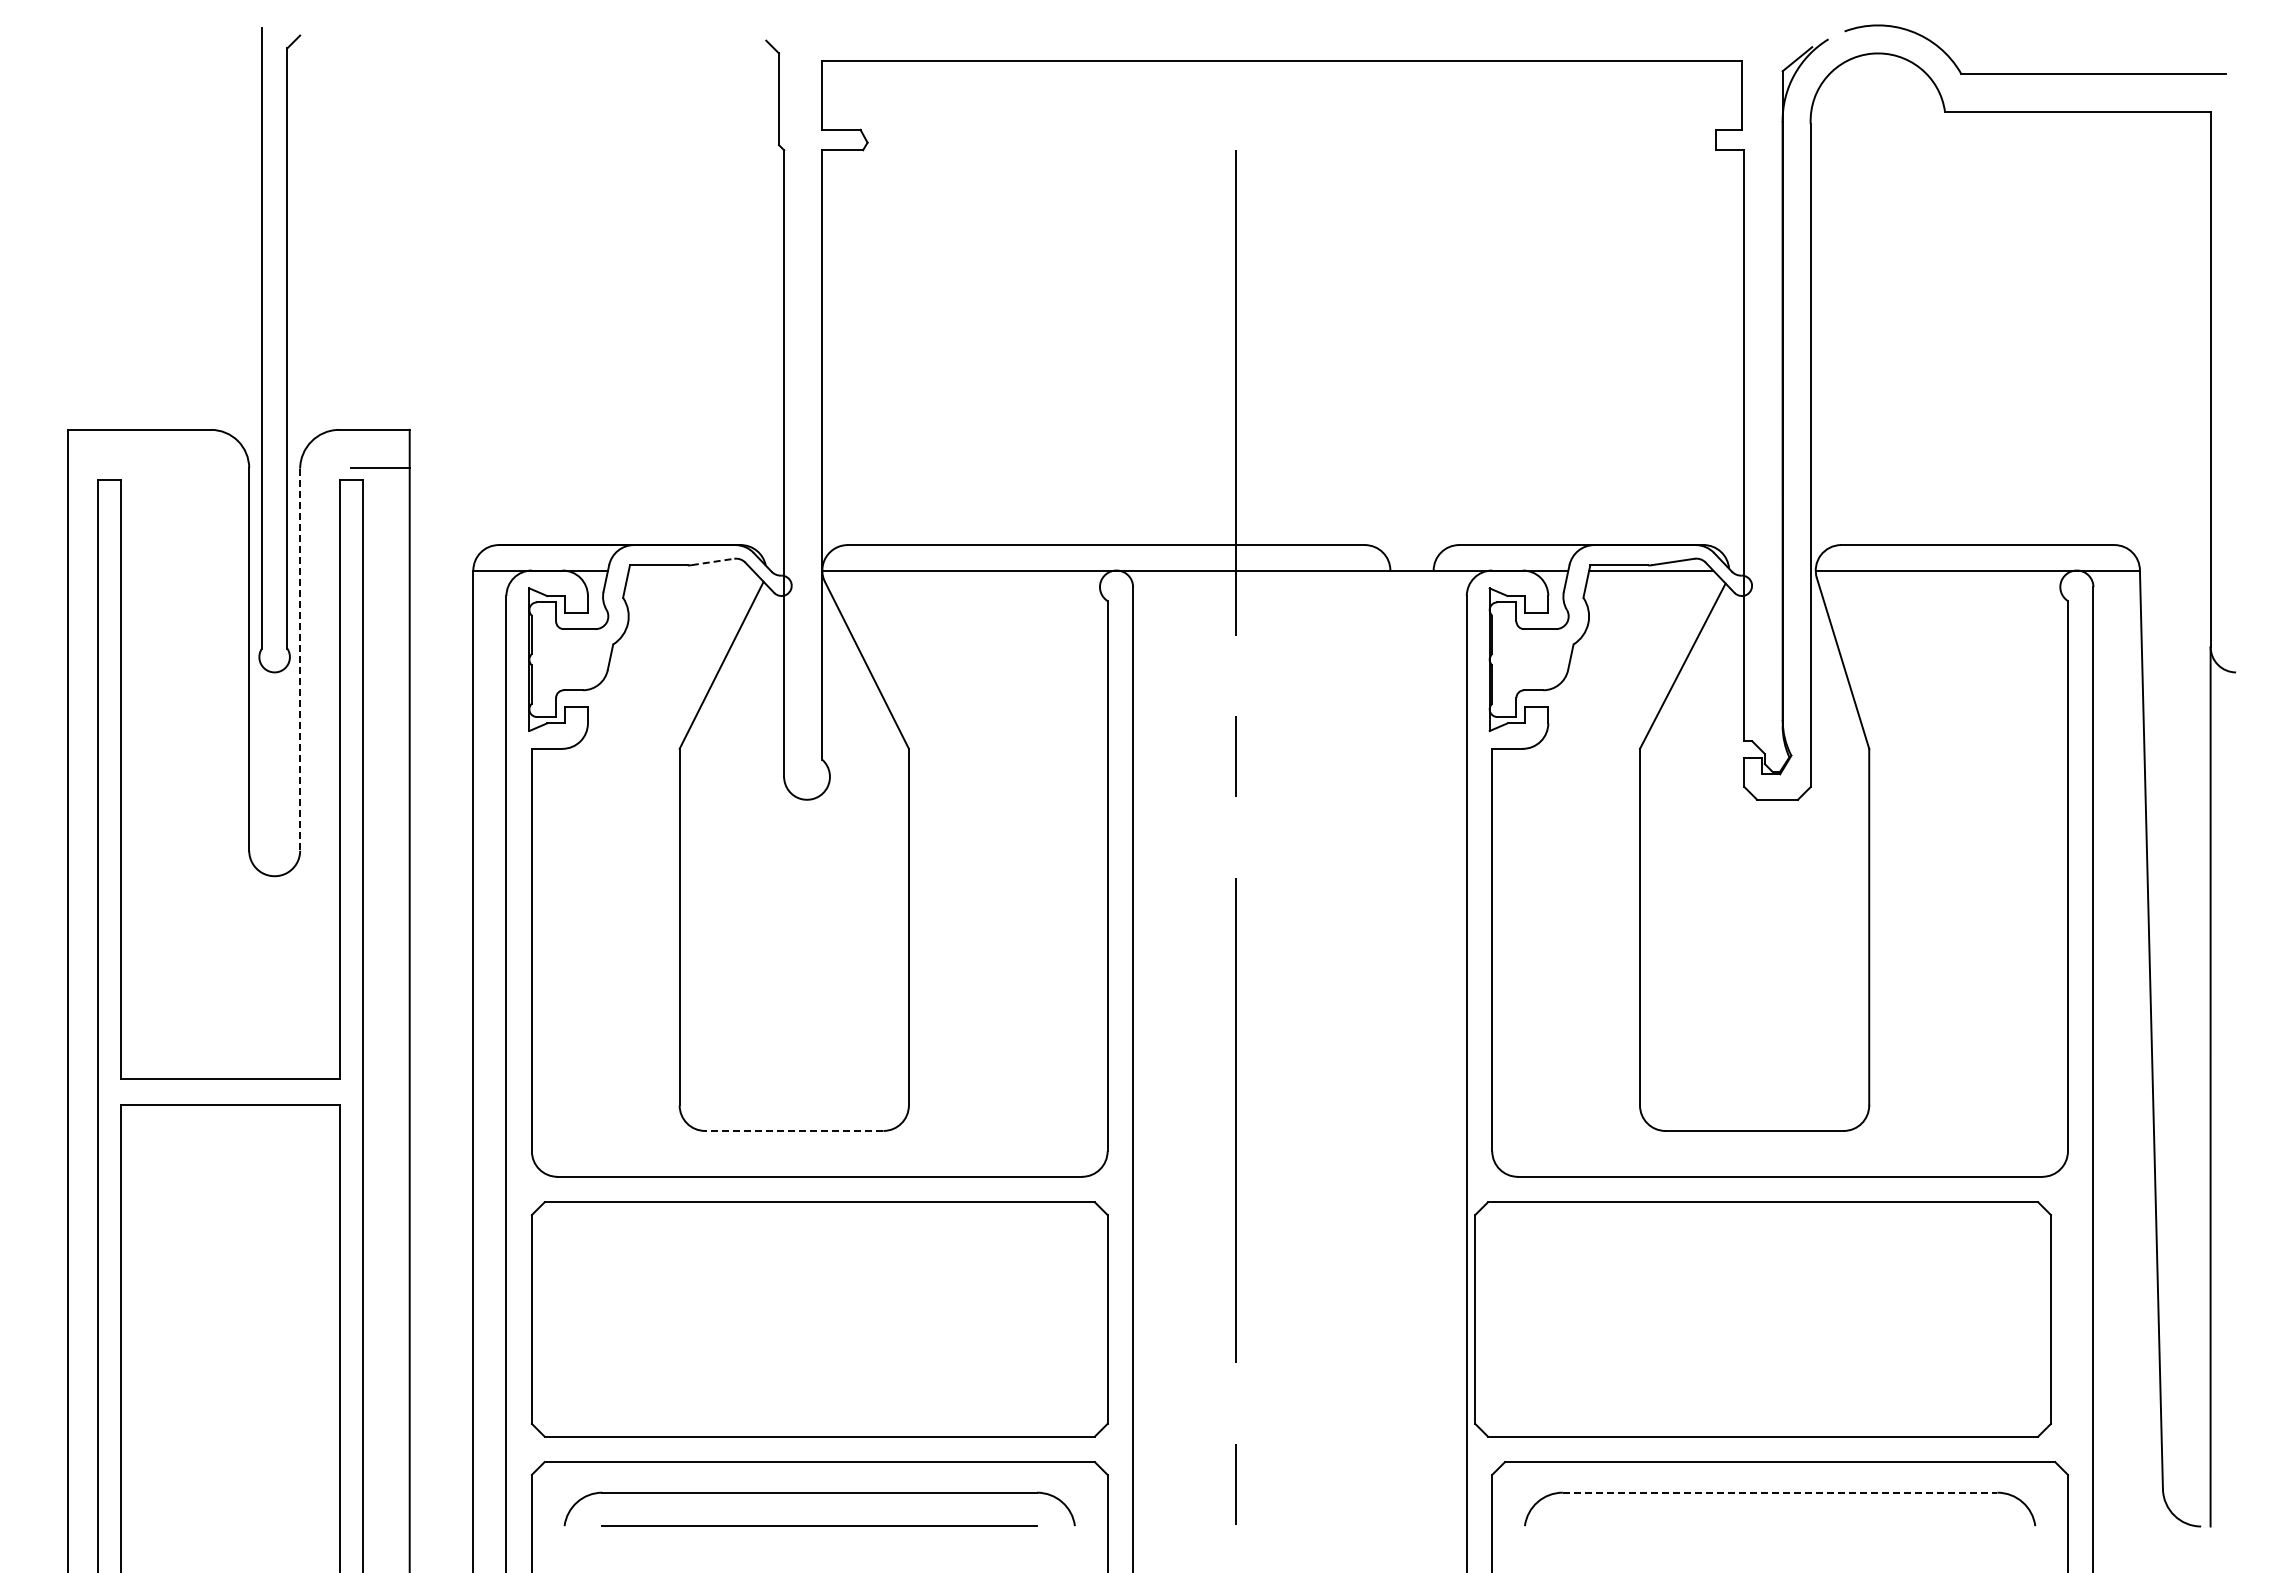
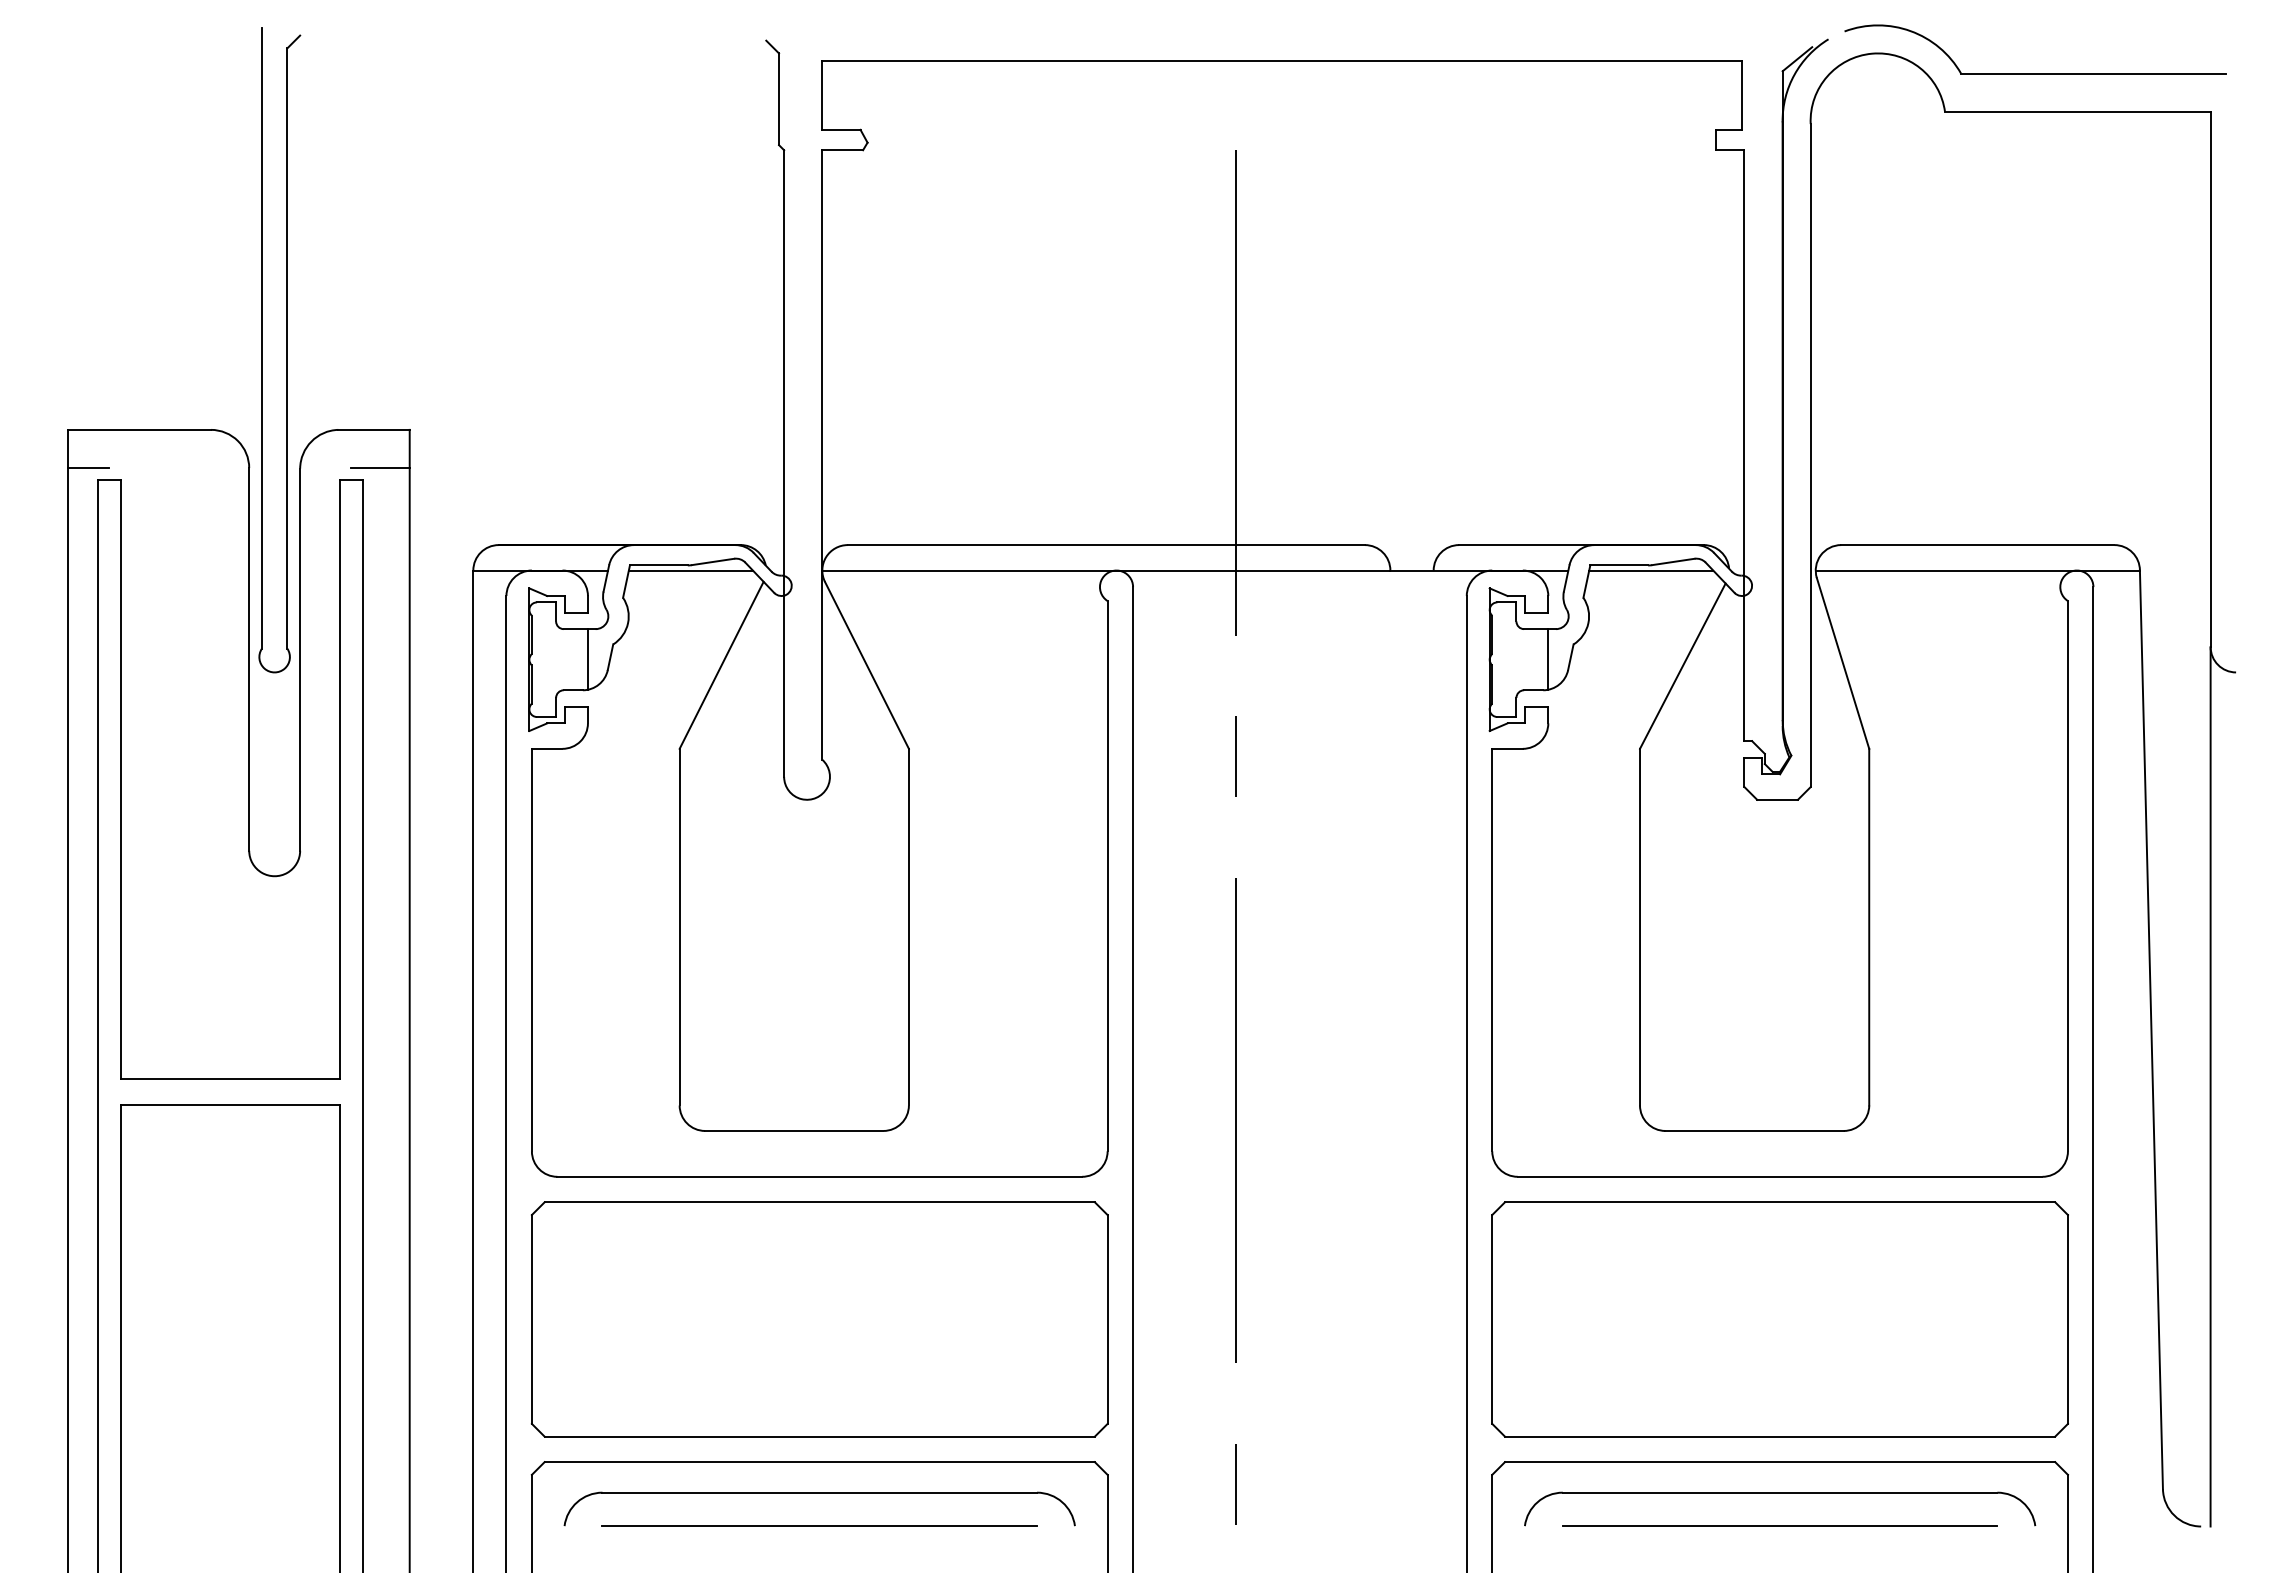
line at (88, 468): none -> present
line at (713, 561): dashed -> solid
line at (690, 570): none -> present
line at (587, 659): none -> present
line at (1548, 659): none -> present
line at (300, 660): dashed -> solid
line at (793, 1130): dashed -> solid
part at (1762, 1319) position: (1762, 1319) -> (1779, 1319)
line at (1780, 1492): dashed -> solid
line at (1779, 1525): none -> present
